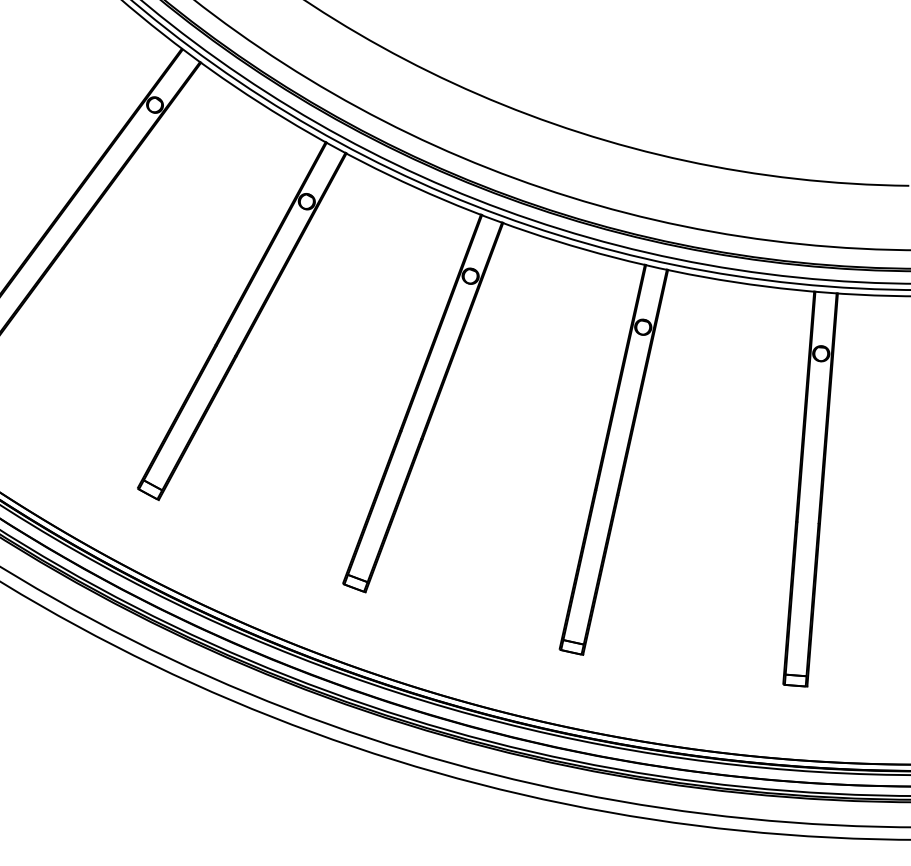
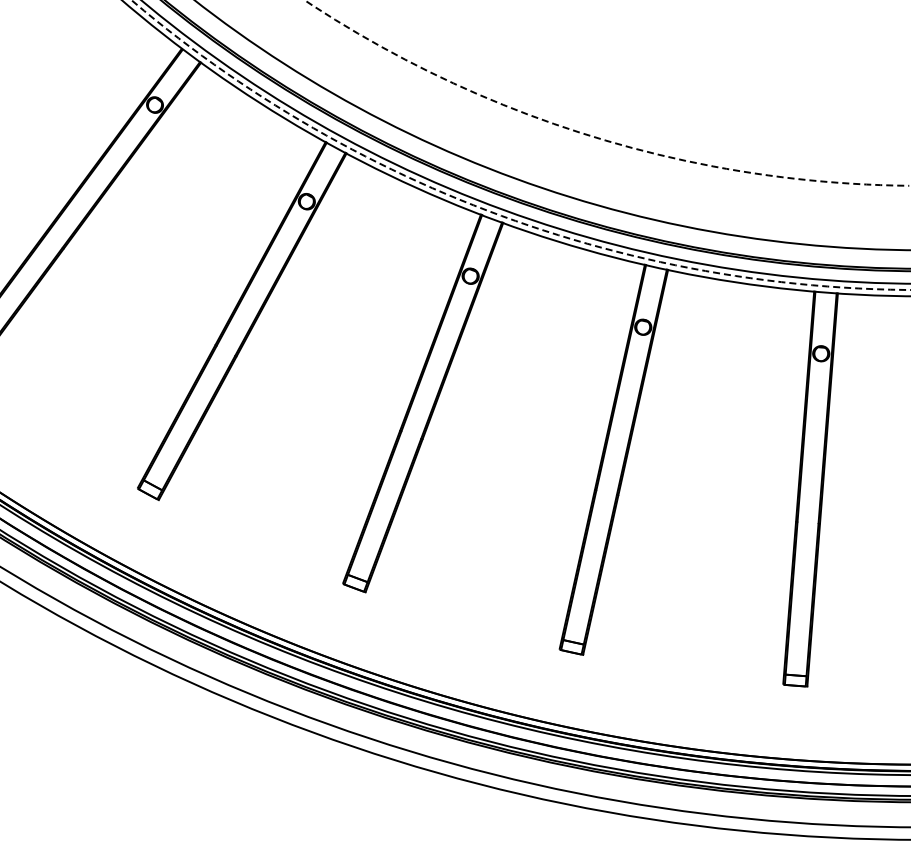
arc at (593, 136): solid -> dashed
circle at (520, 144): solid -> dashed
